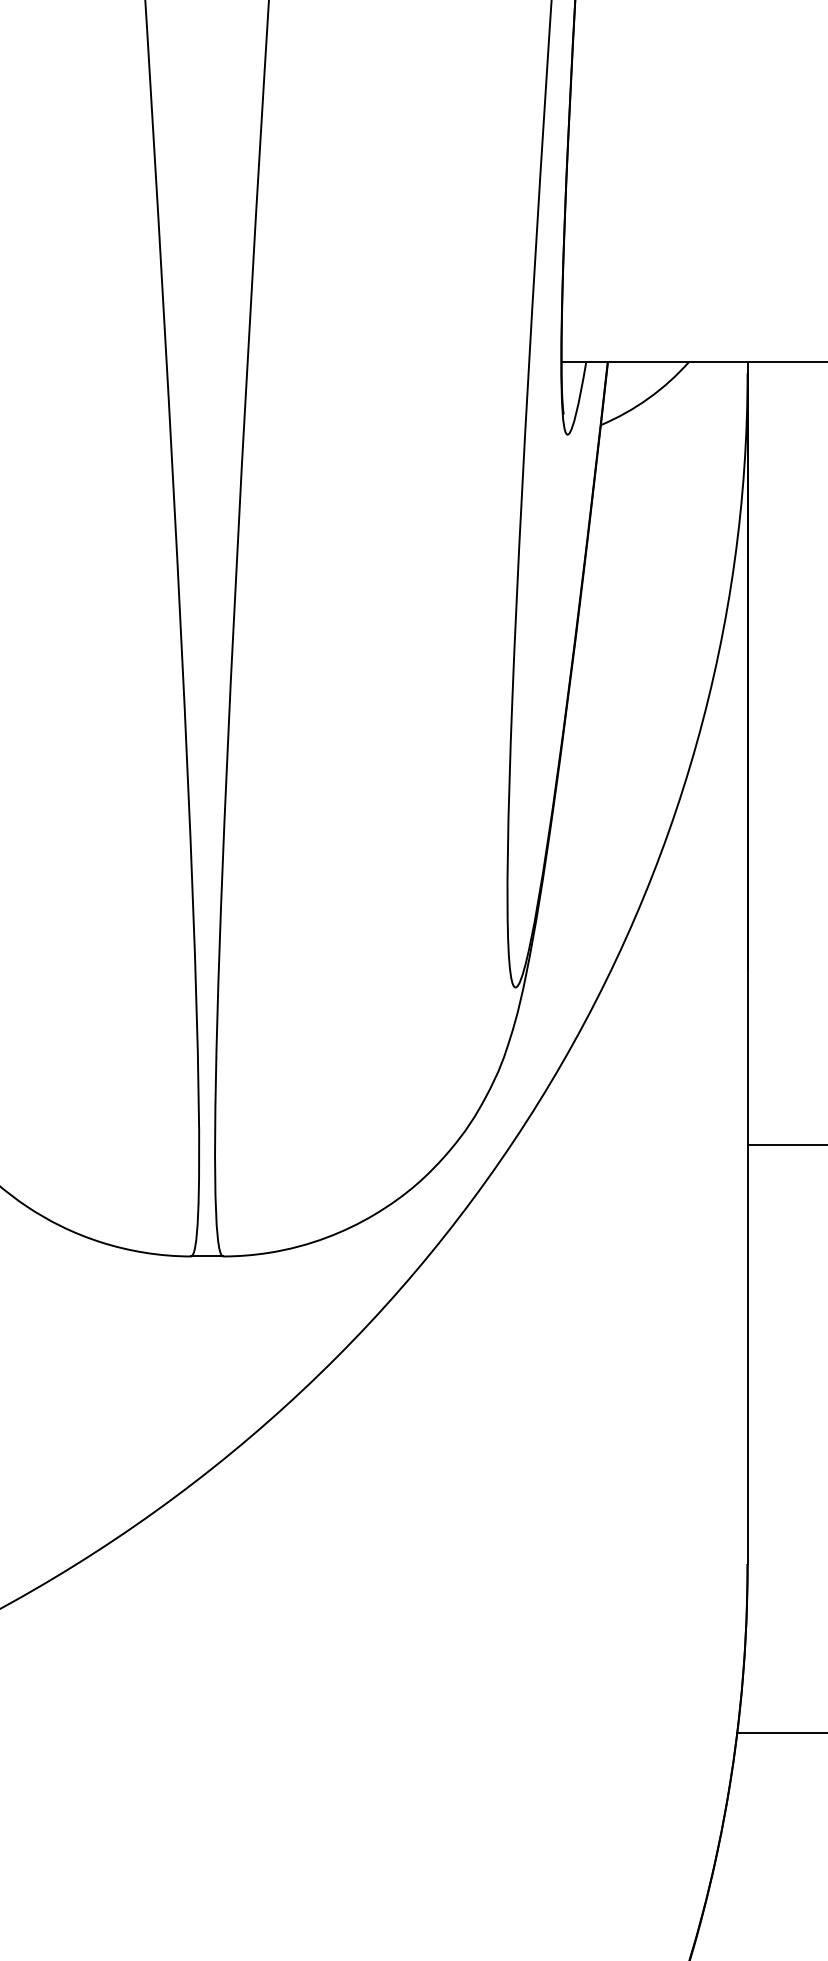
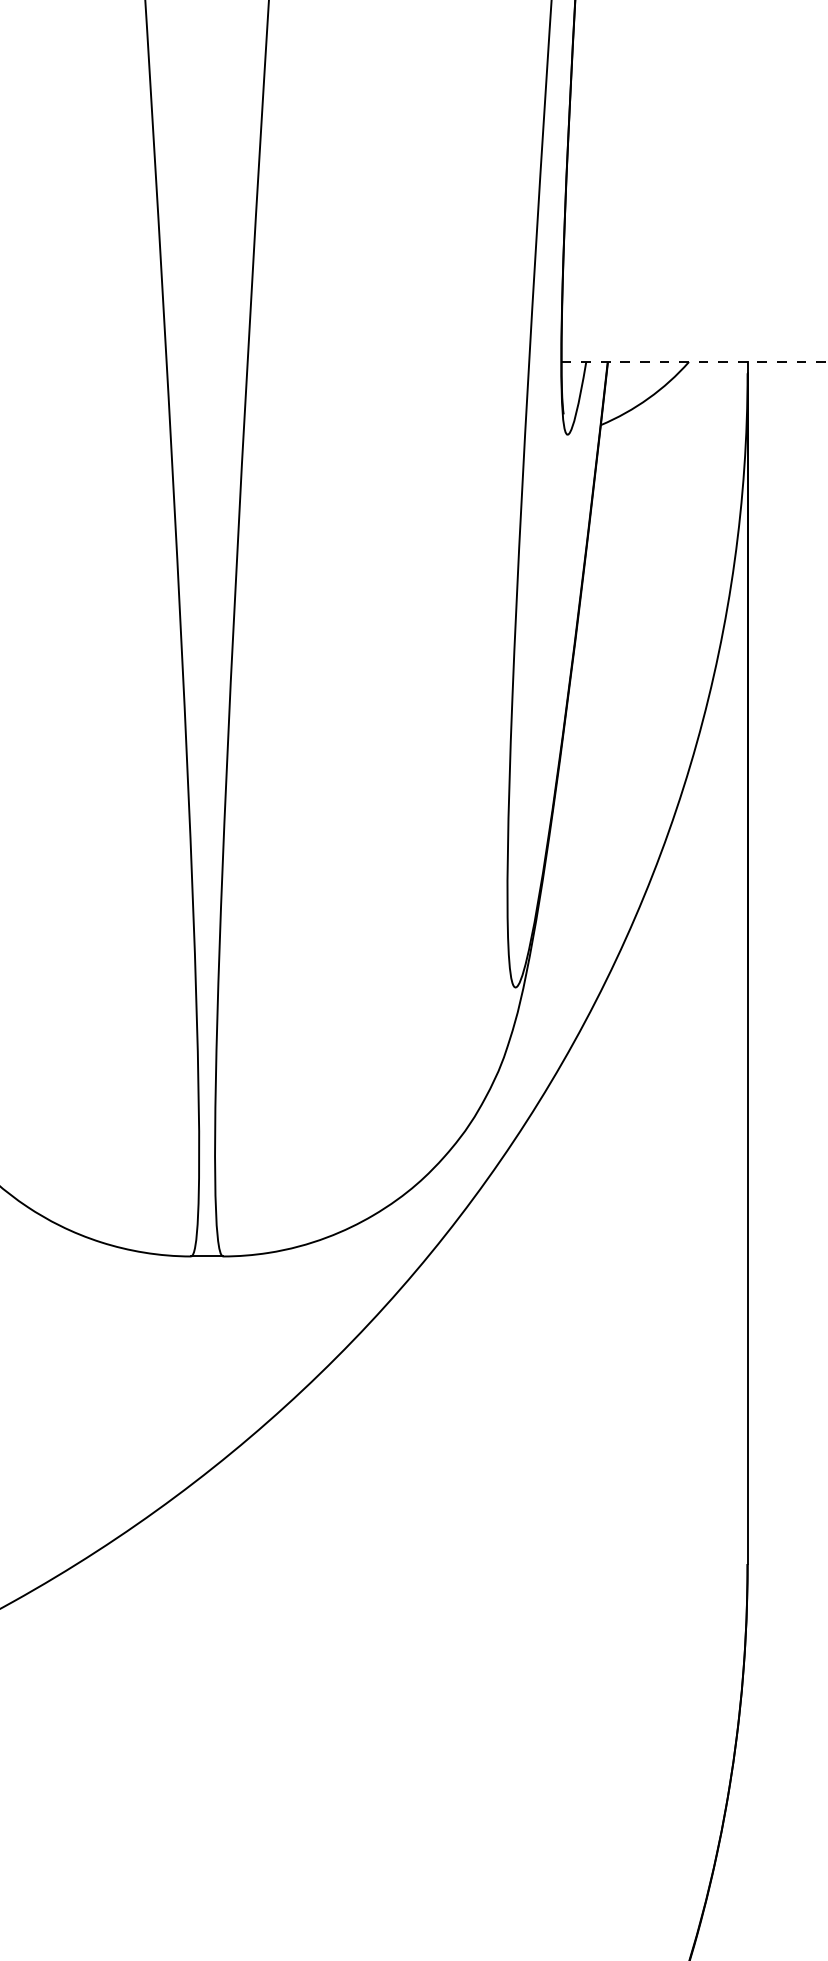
line at (694, 362): solid -> dashed
line at (785, 1145): present -> none
line at (780, 1732): present -> none
